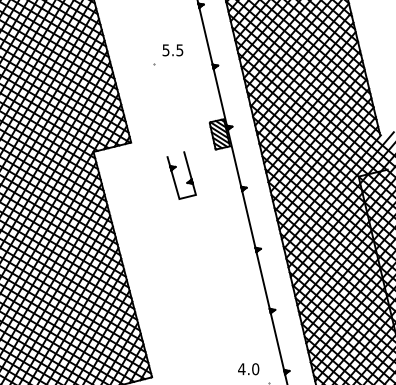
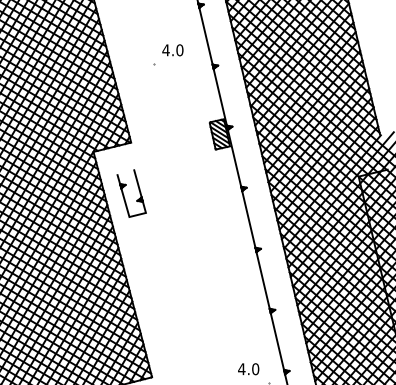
text at (172, 50): 5.5 -> 4.0
part at (174, 177) position: (174, 177) -> (124, 195)
